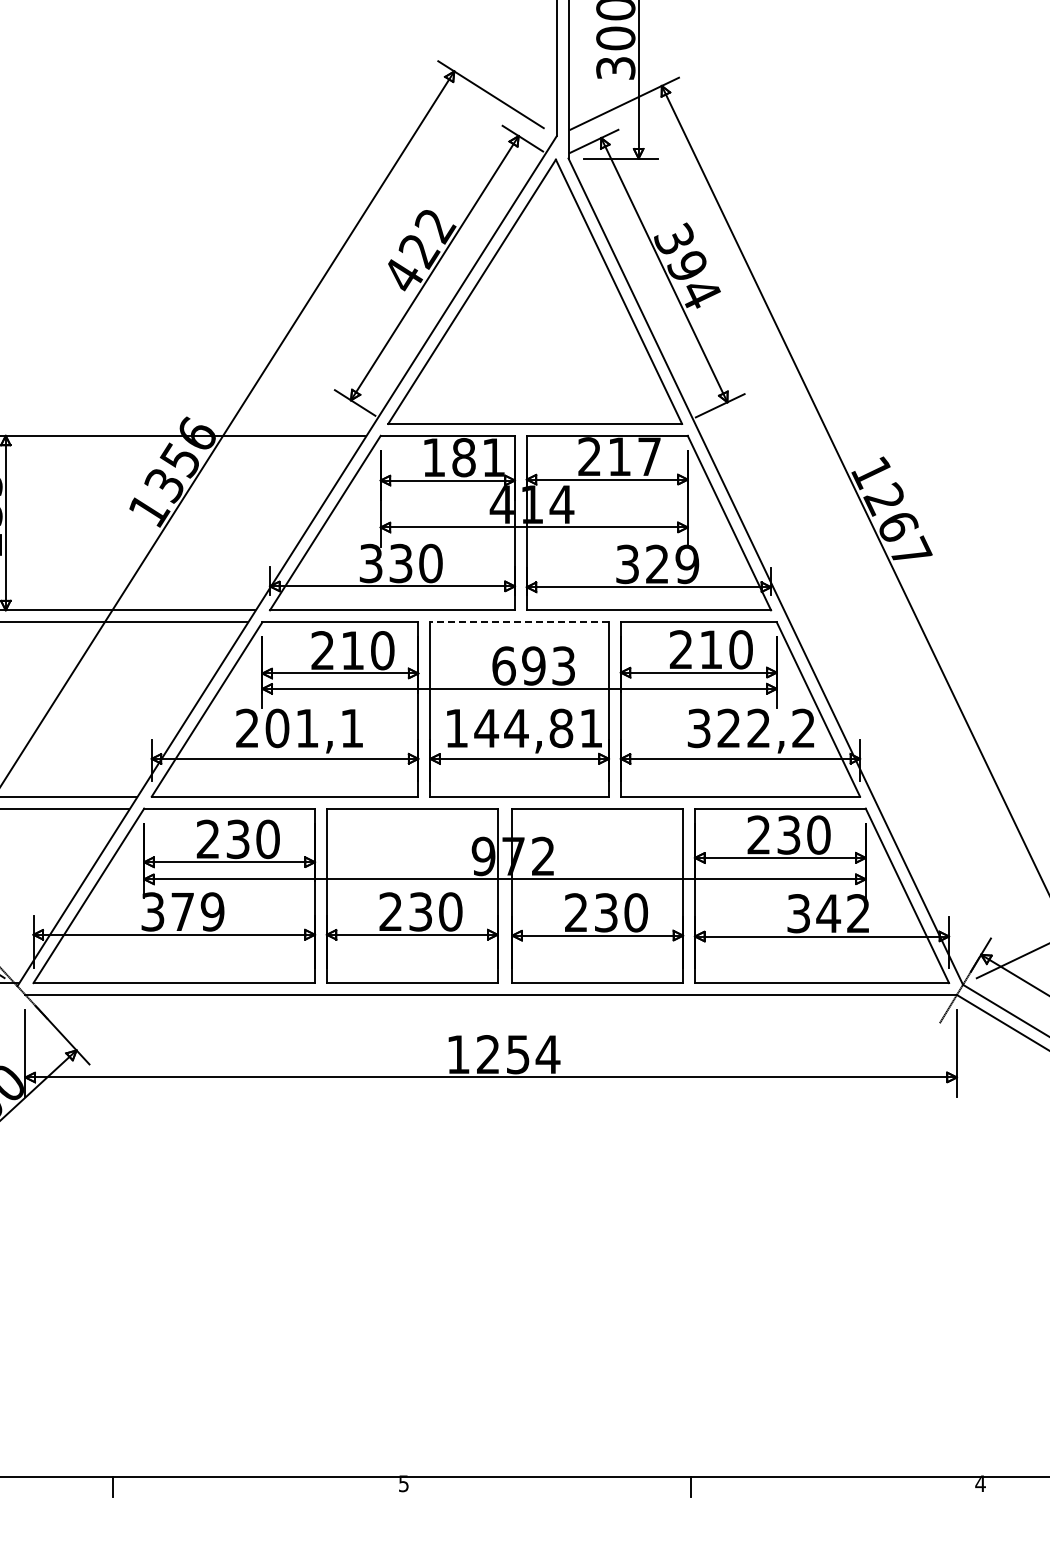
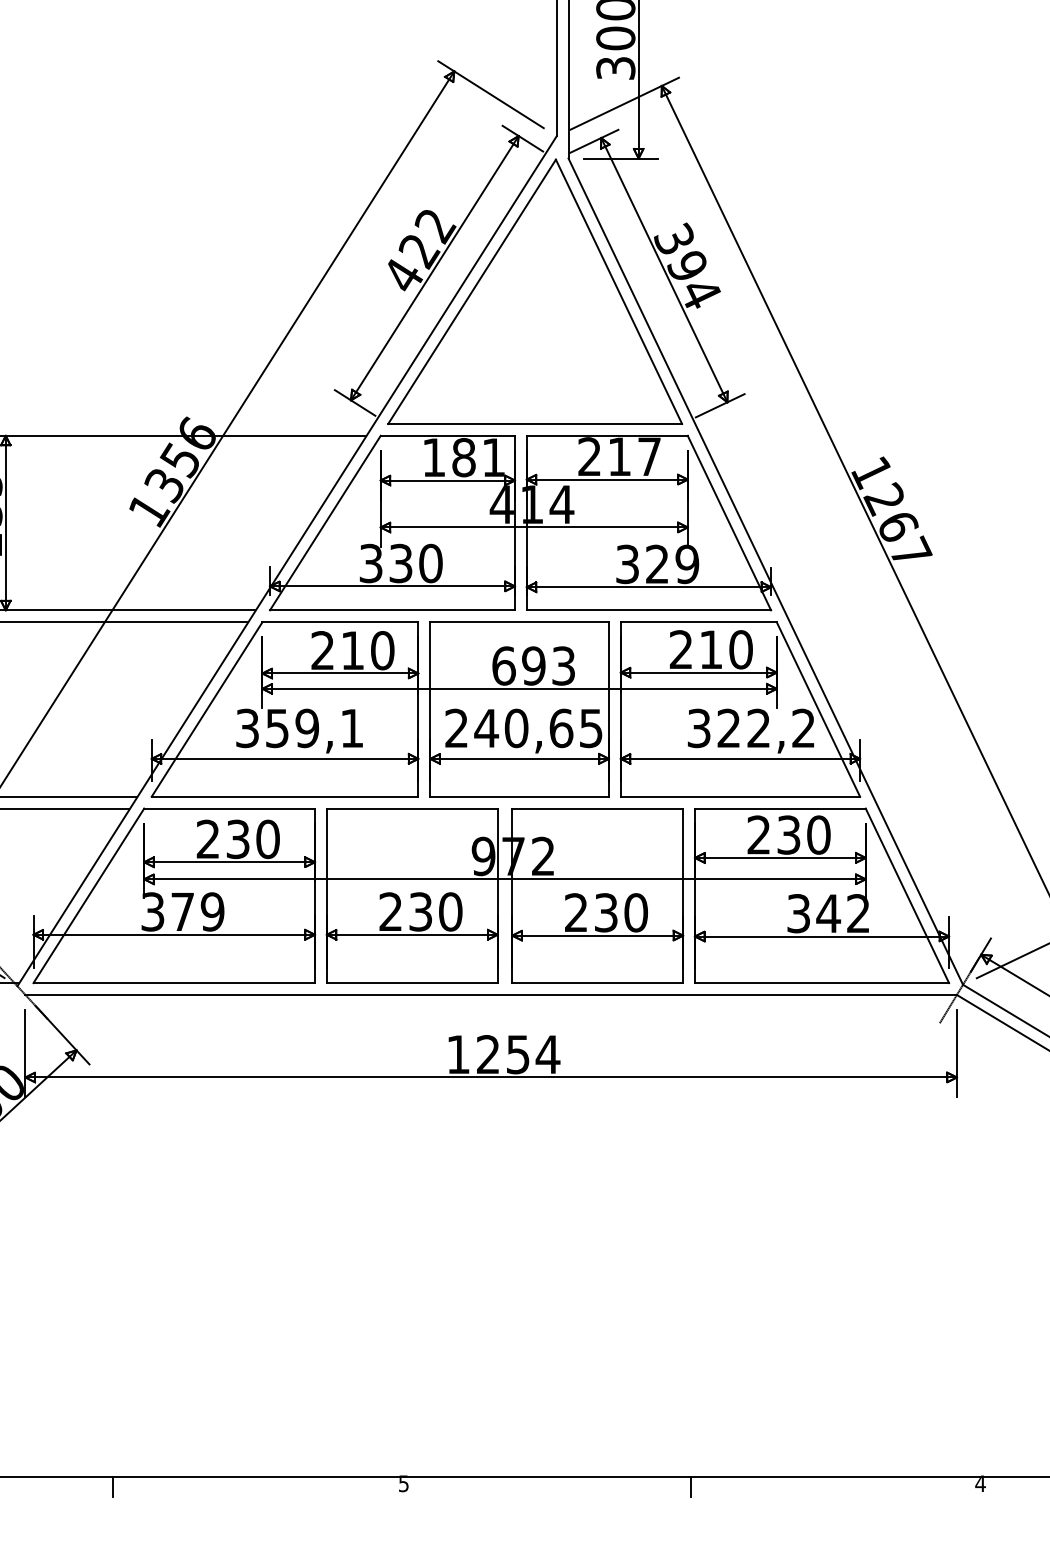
line at (519, 622): dashed -> solid
text at (277, 728): 201,1 -> 359,1
text at (523, 728): 144,81 -> 240,65
